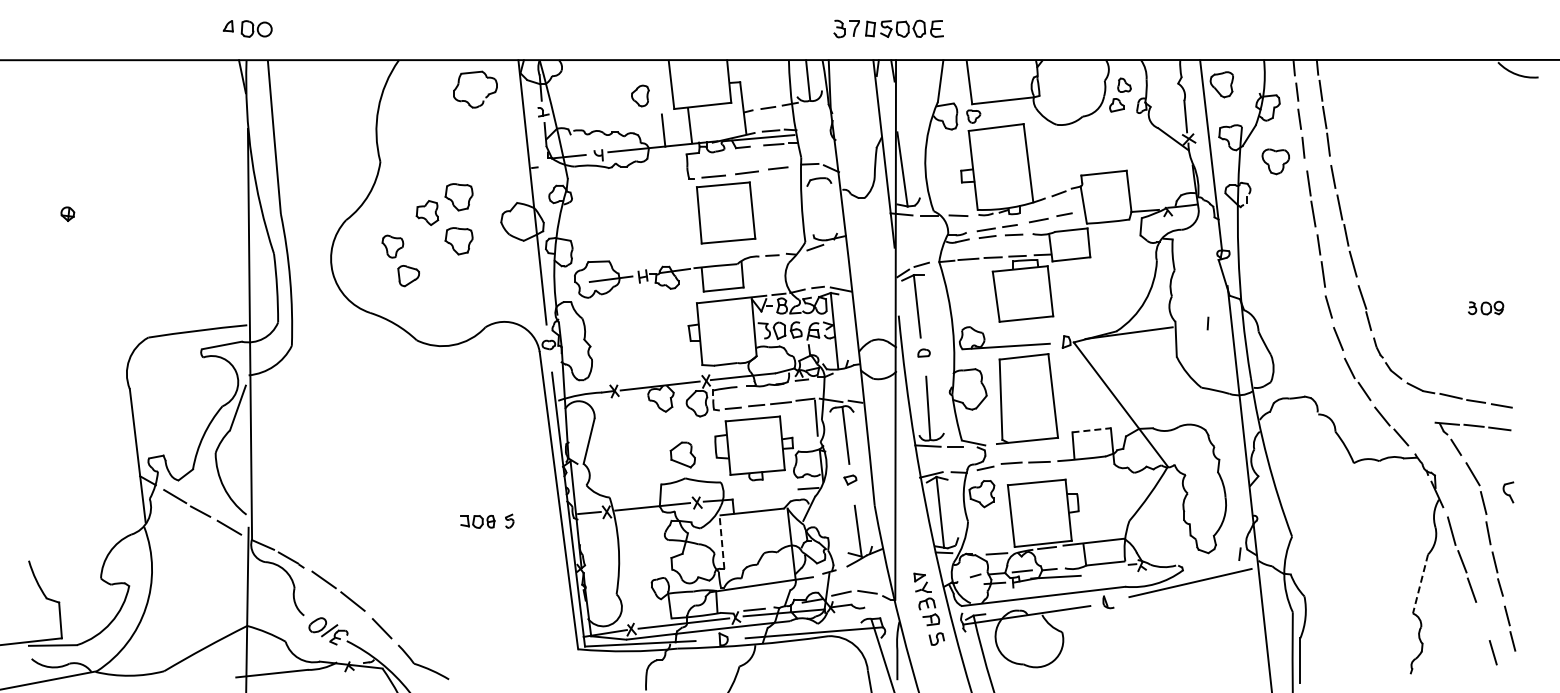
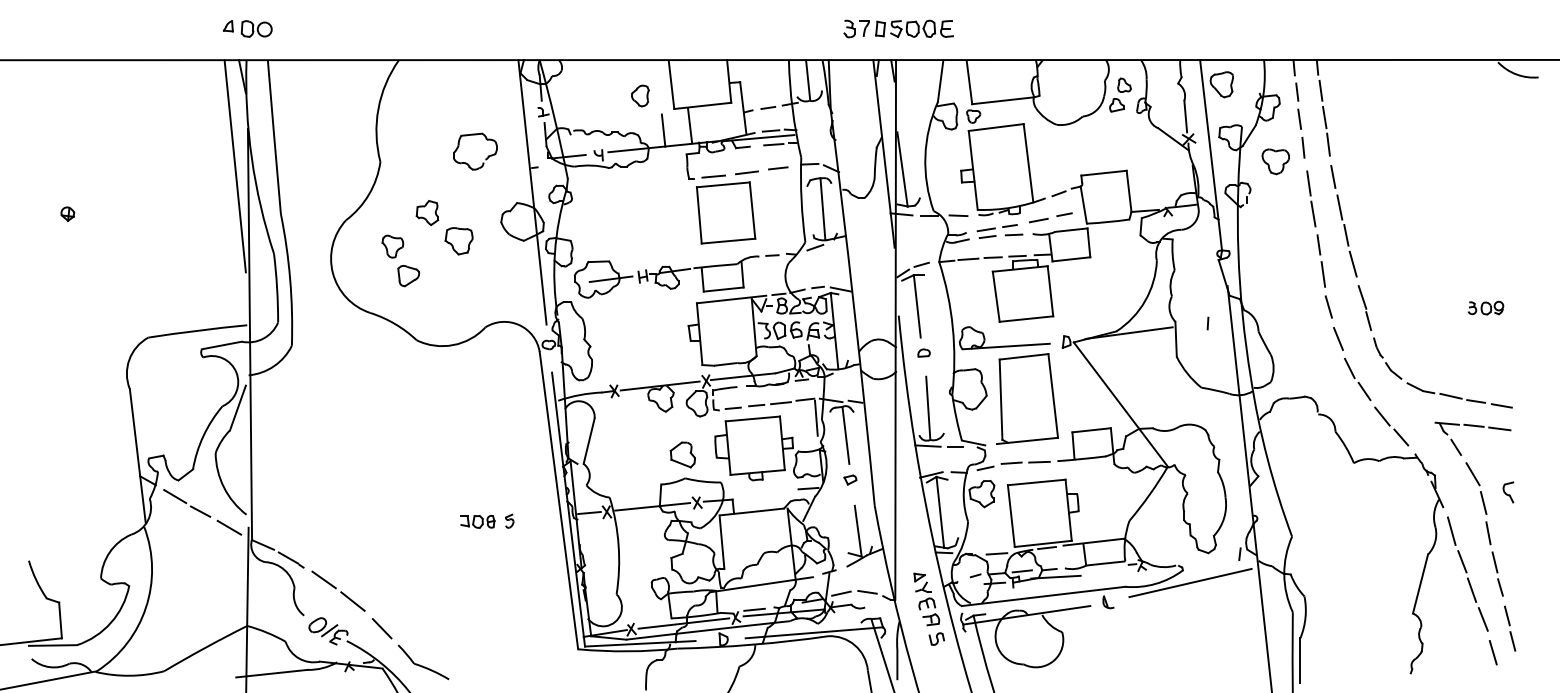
part at (888, 28) position: (888, 28) -> (898, 28)
part at (485, 96) position: (485, 96) -> (485, 158)
line at (234, 166): none -> present
part at (458, 197): present -> none
line at (822, 208): none -> present
line at (1092, 430): dashed -> solid
line at (721, 542): dashed -> solid
line at (1420, 584): dashed -> solid
line at (1482, 619): none -> present
